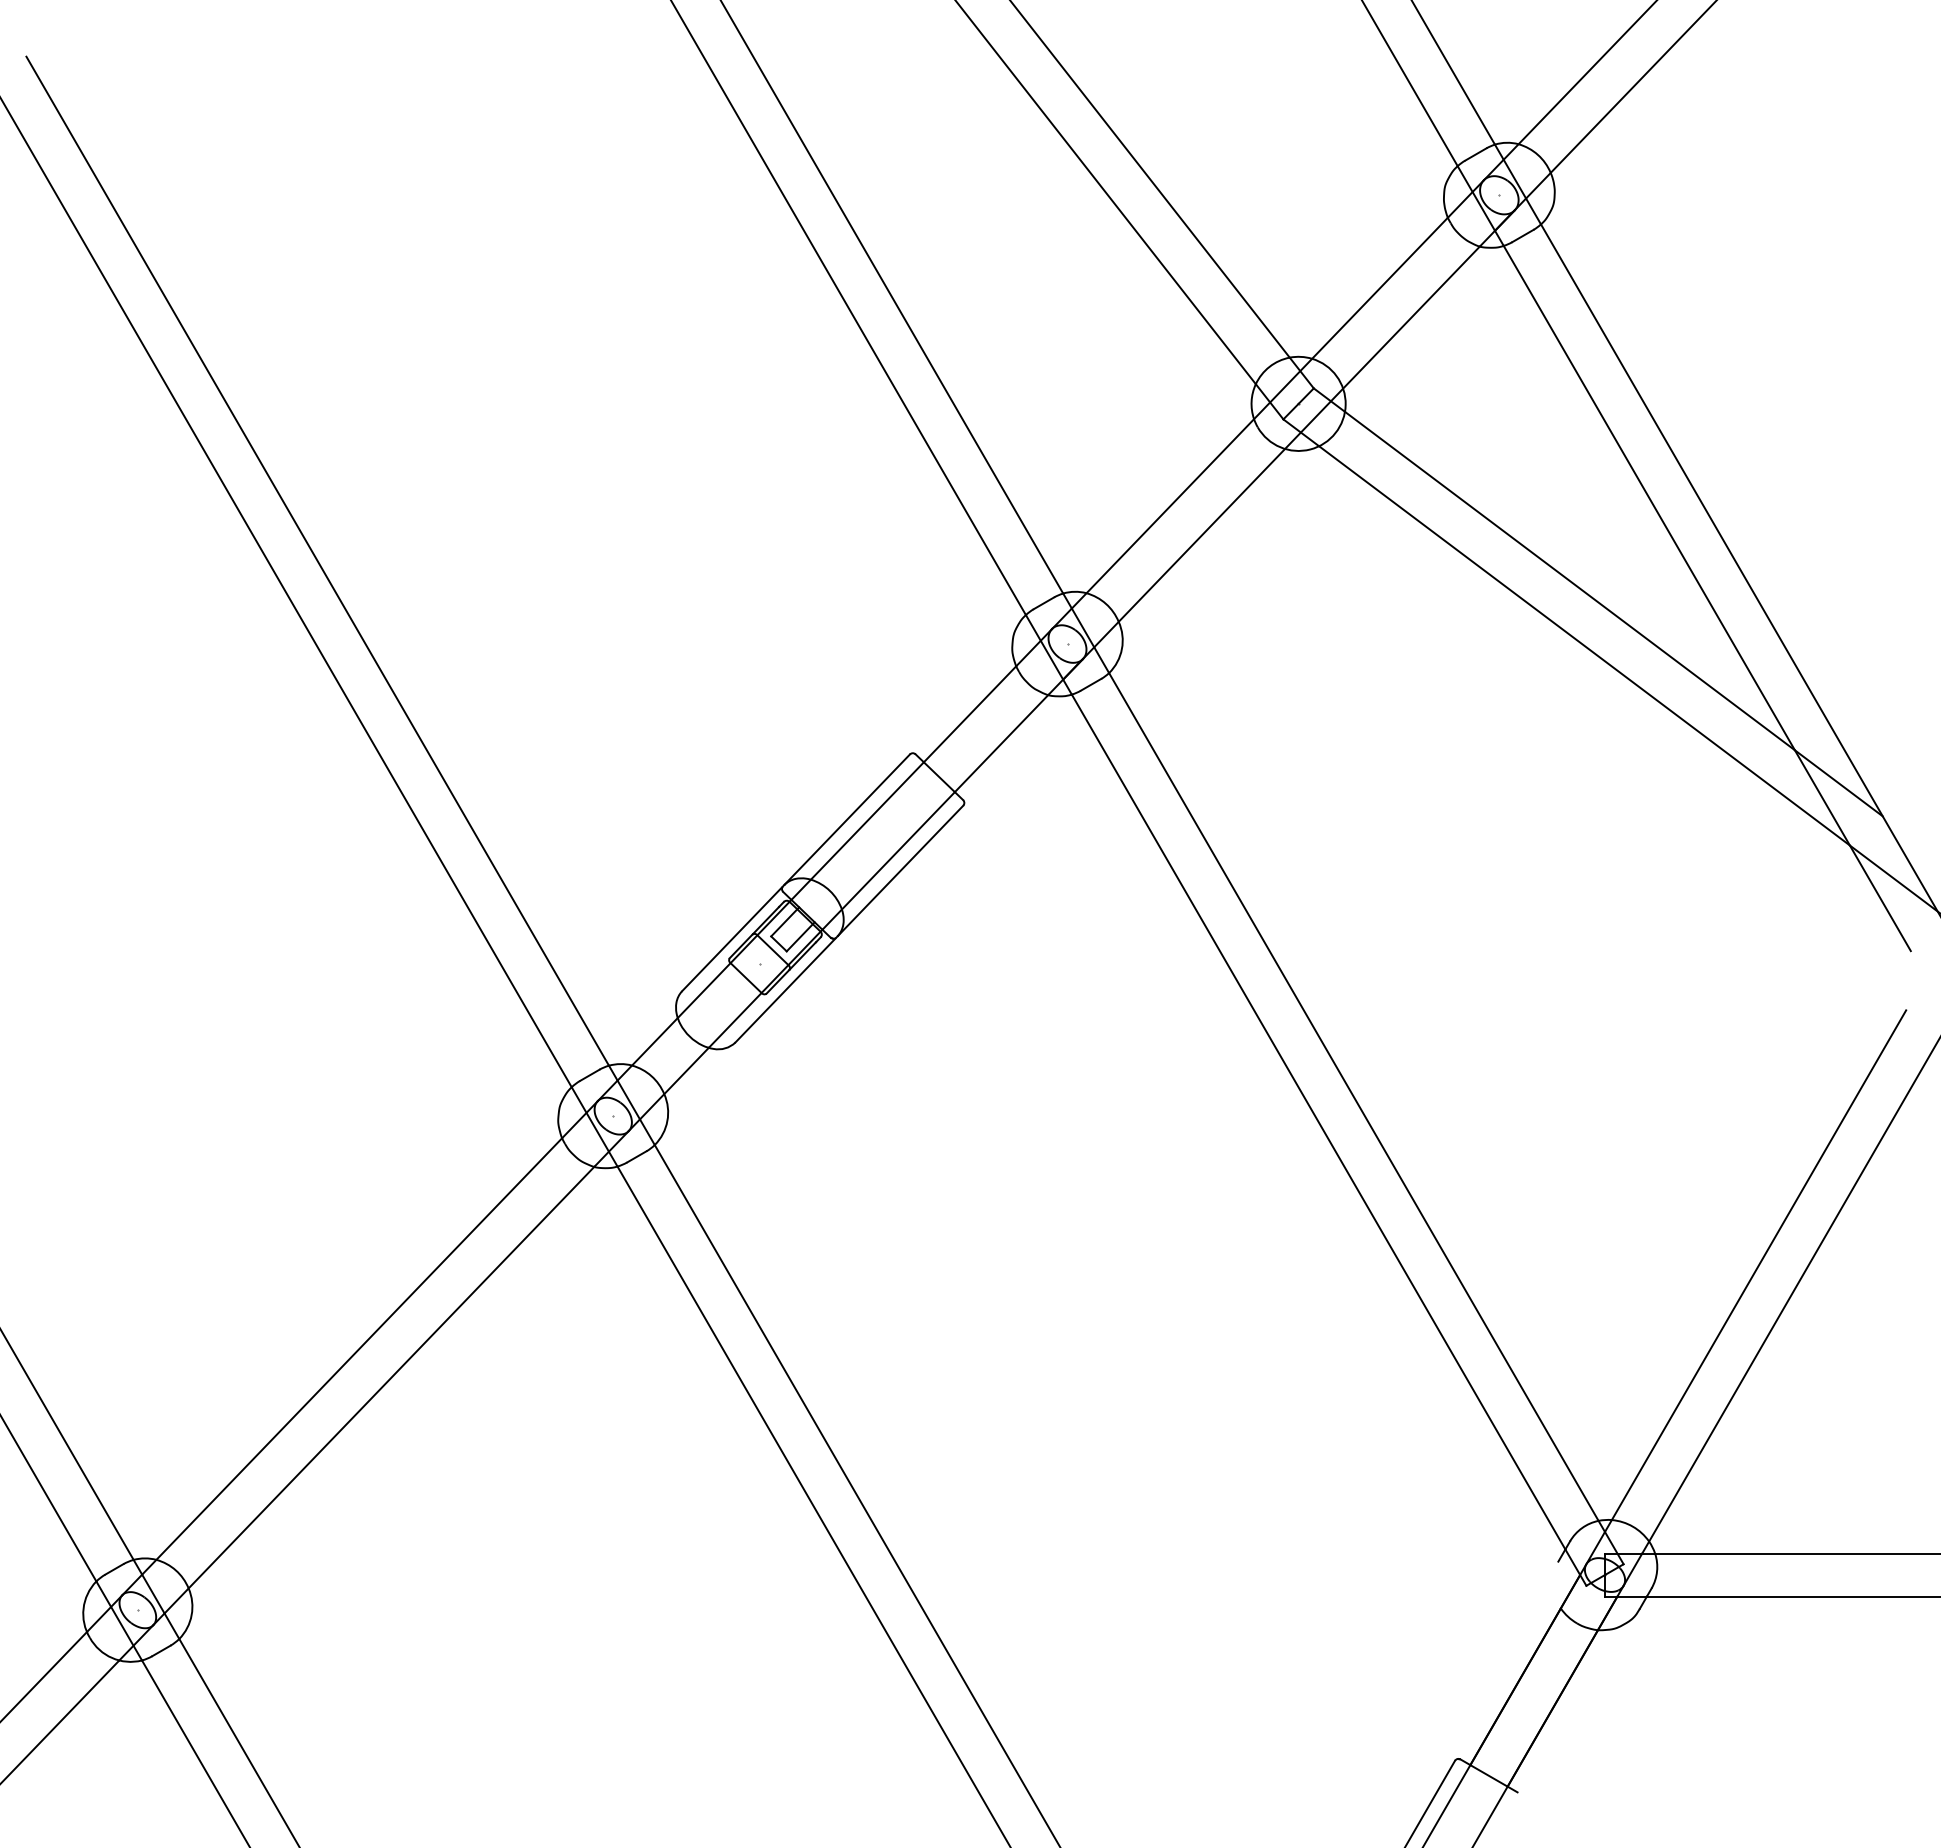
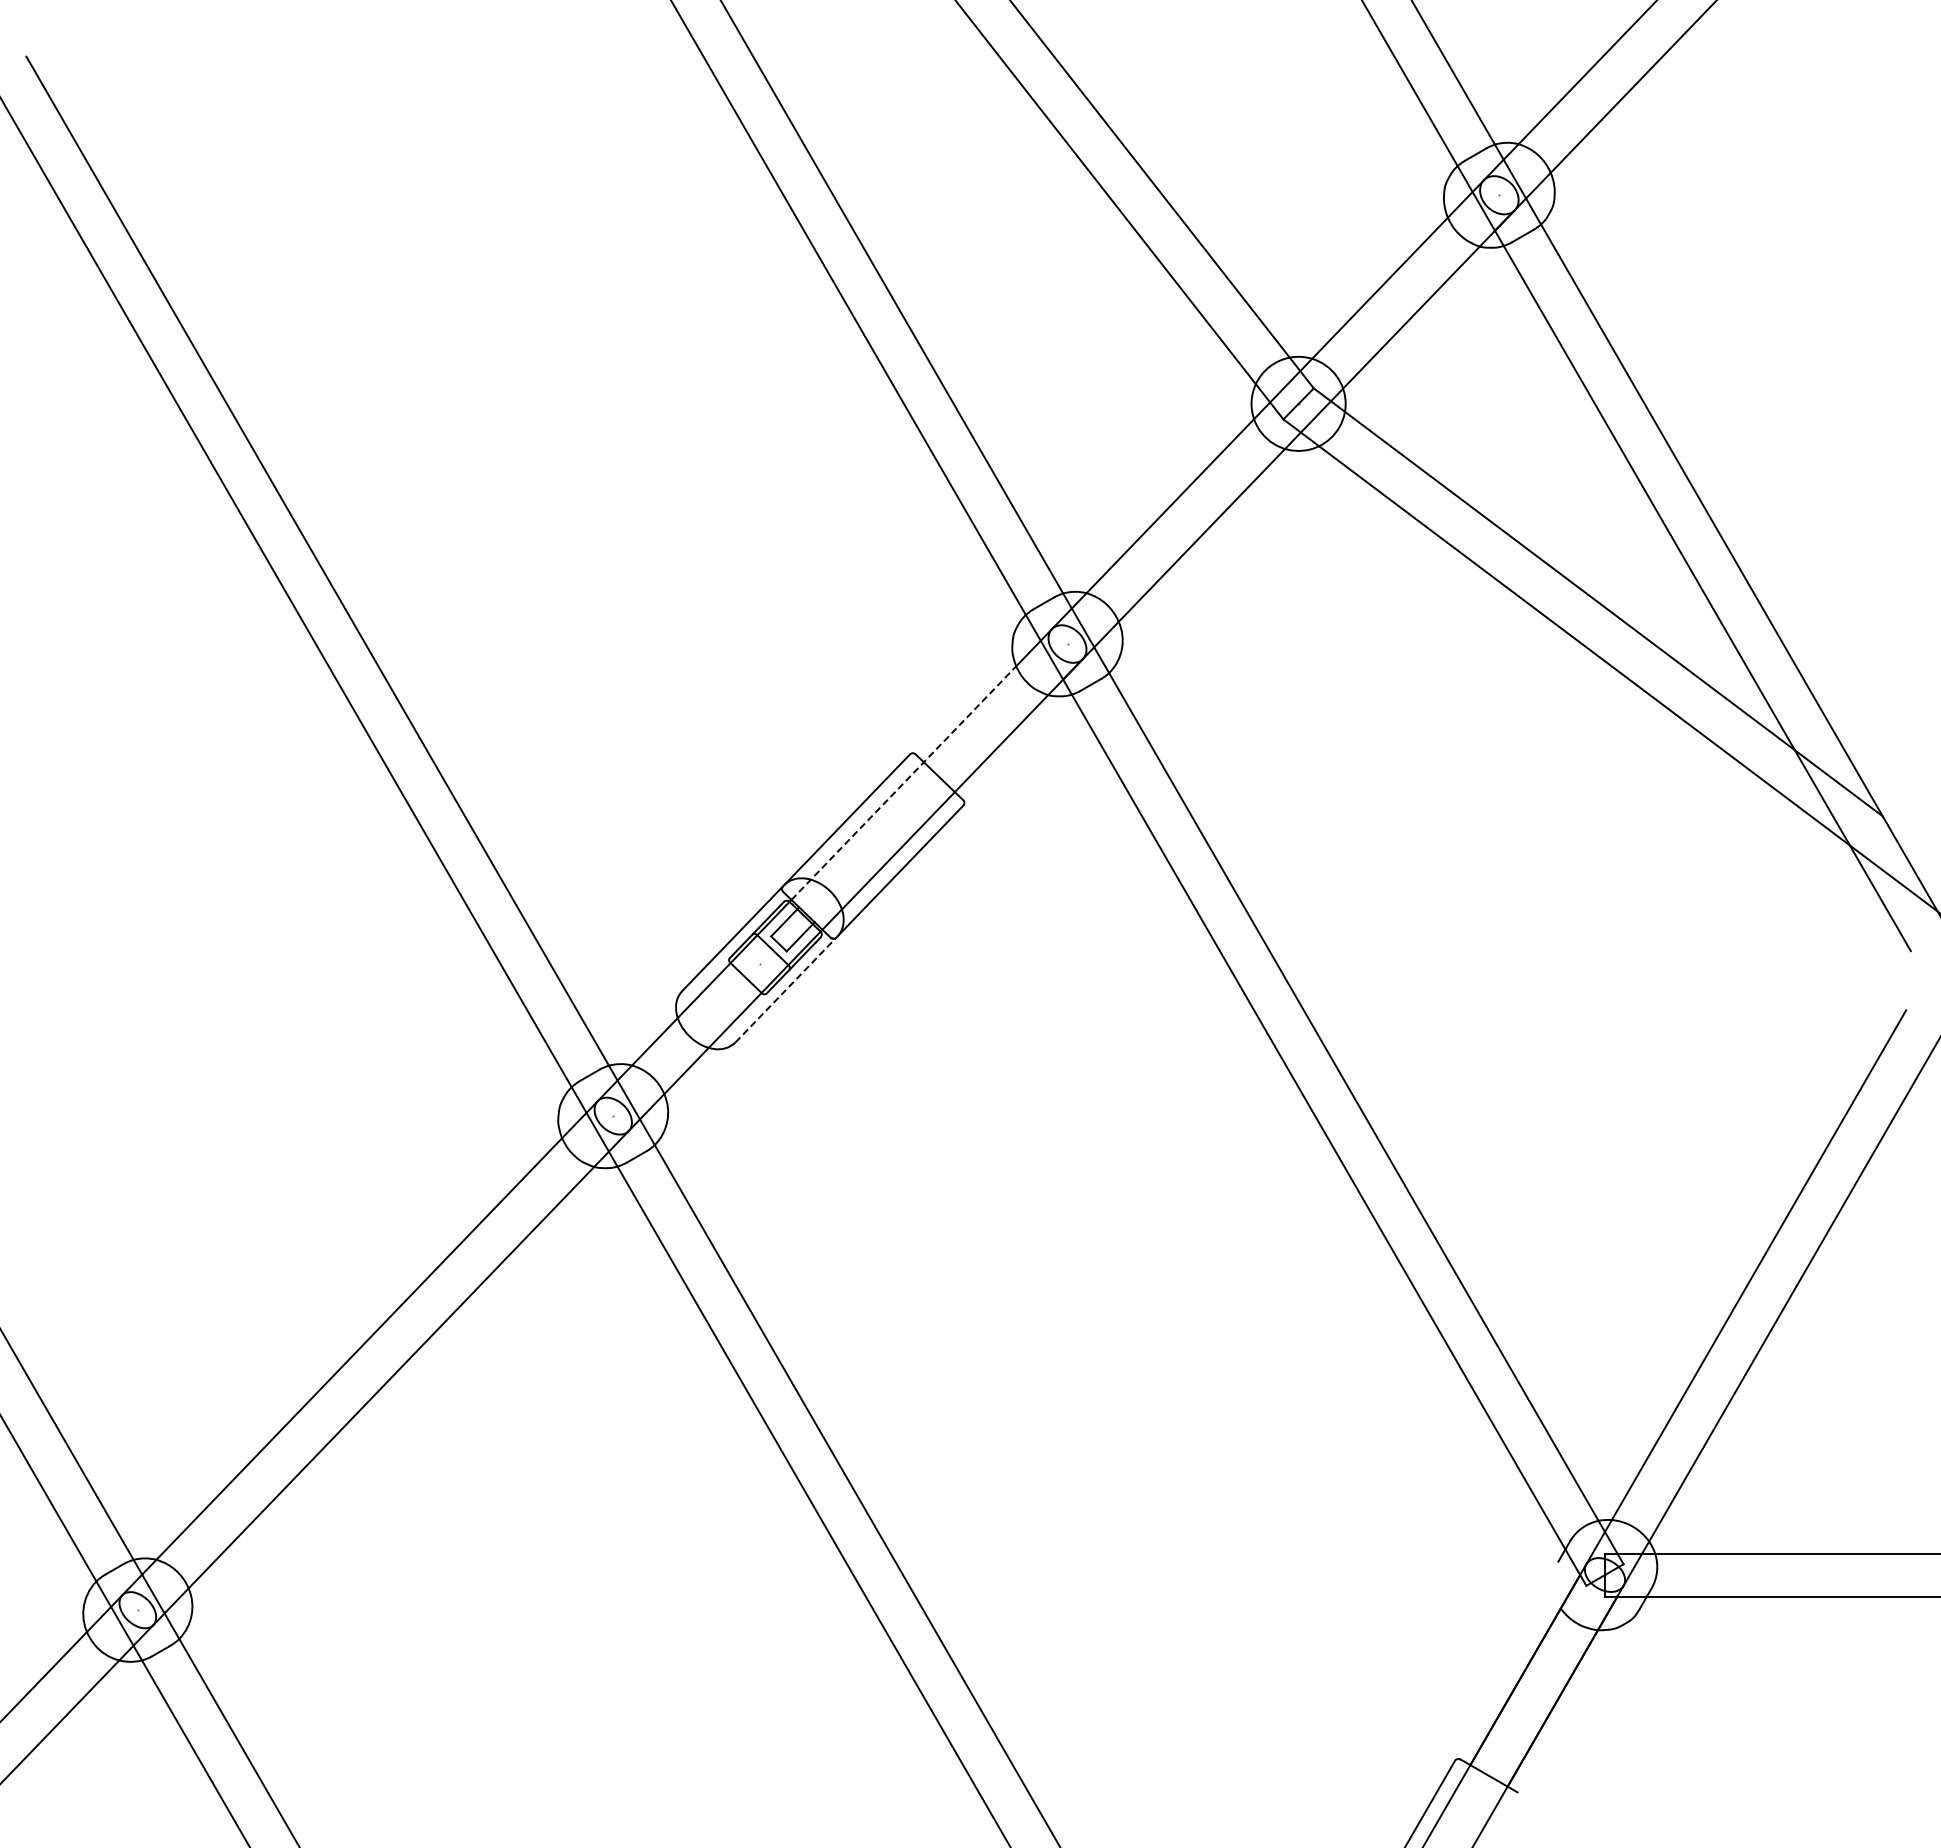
line at (904, 782): solid -> dashed
line at (786, 989): solid -> dashed
